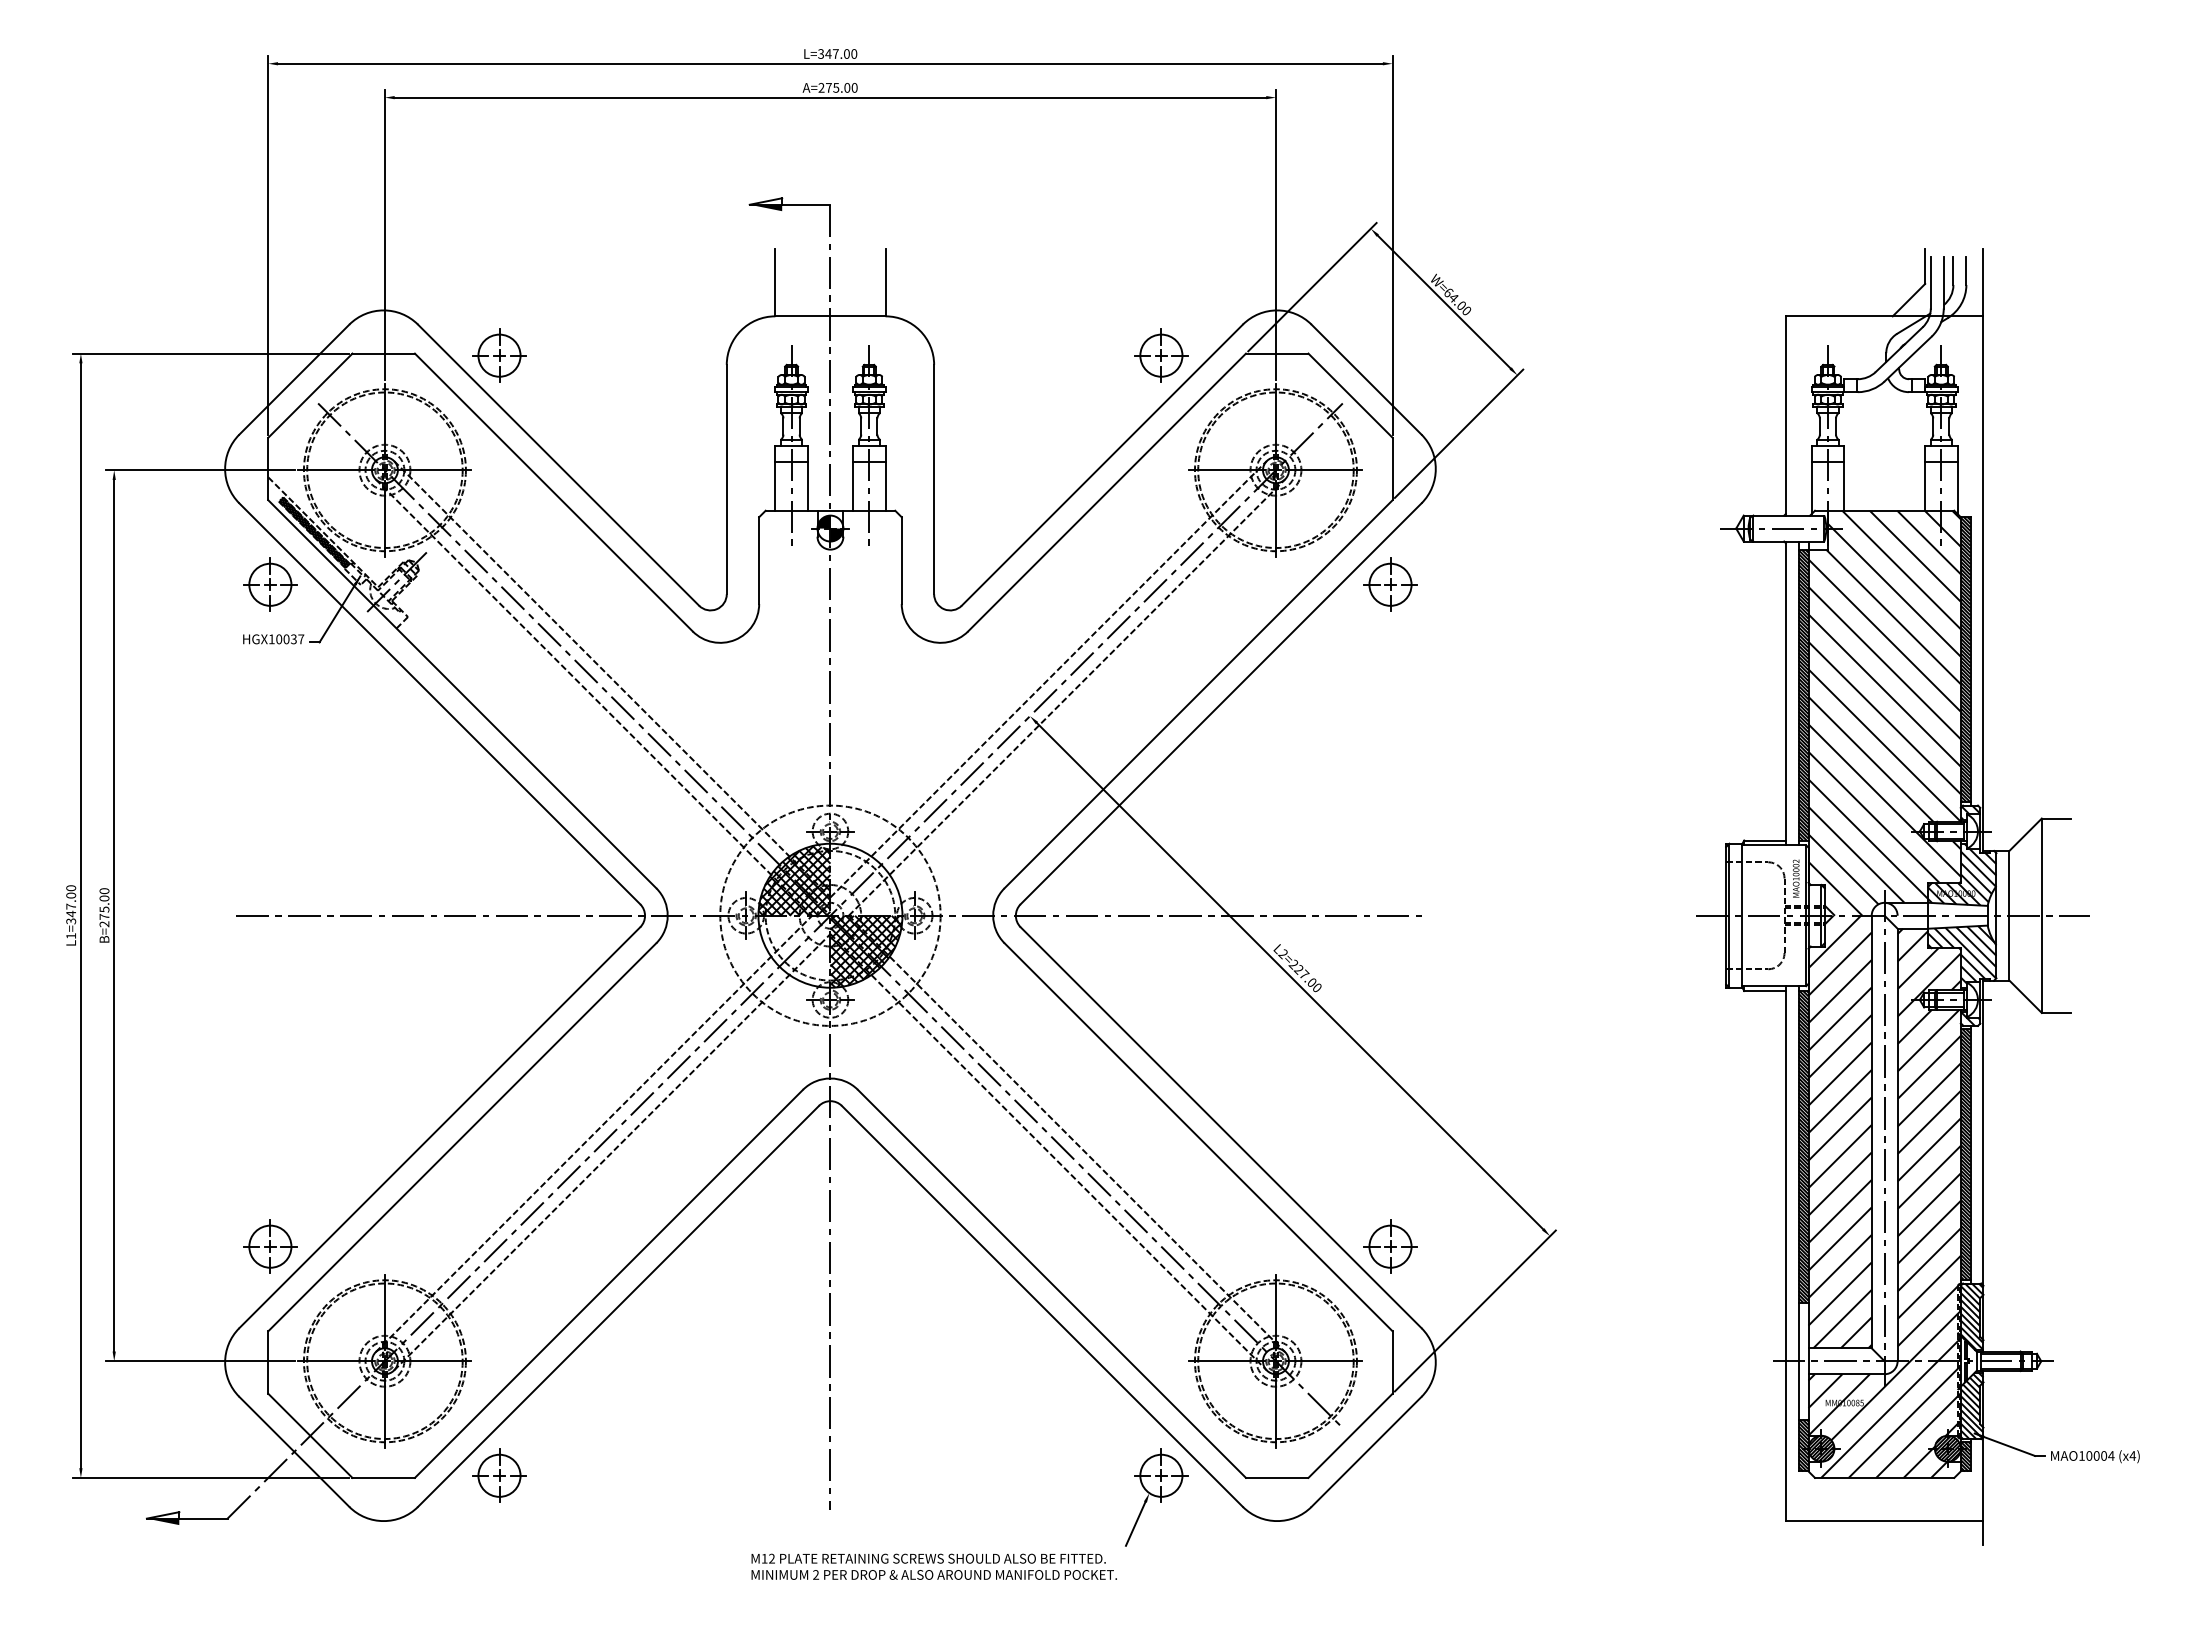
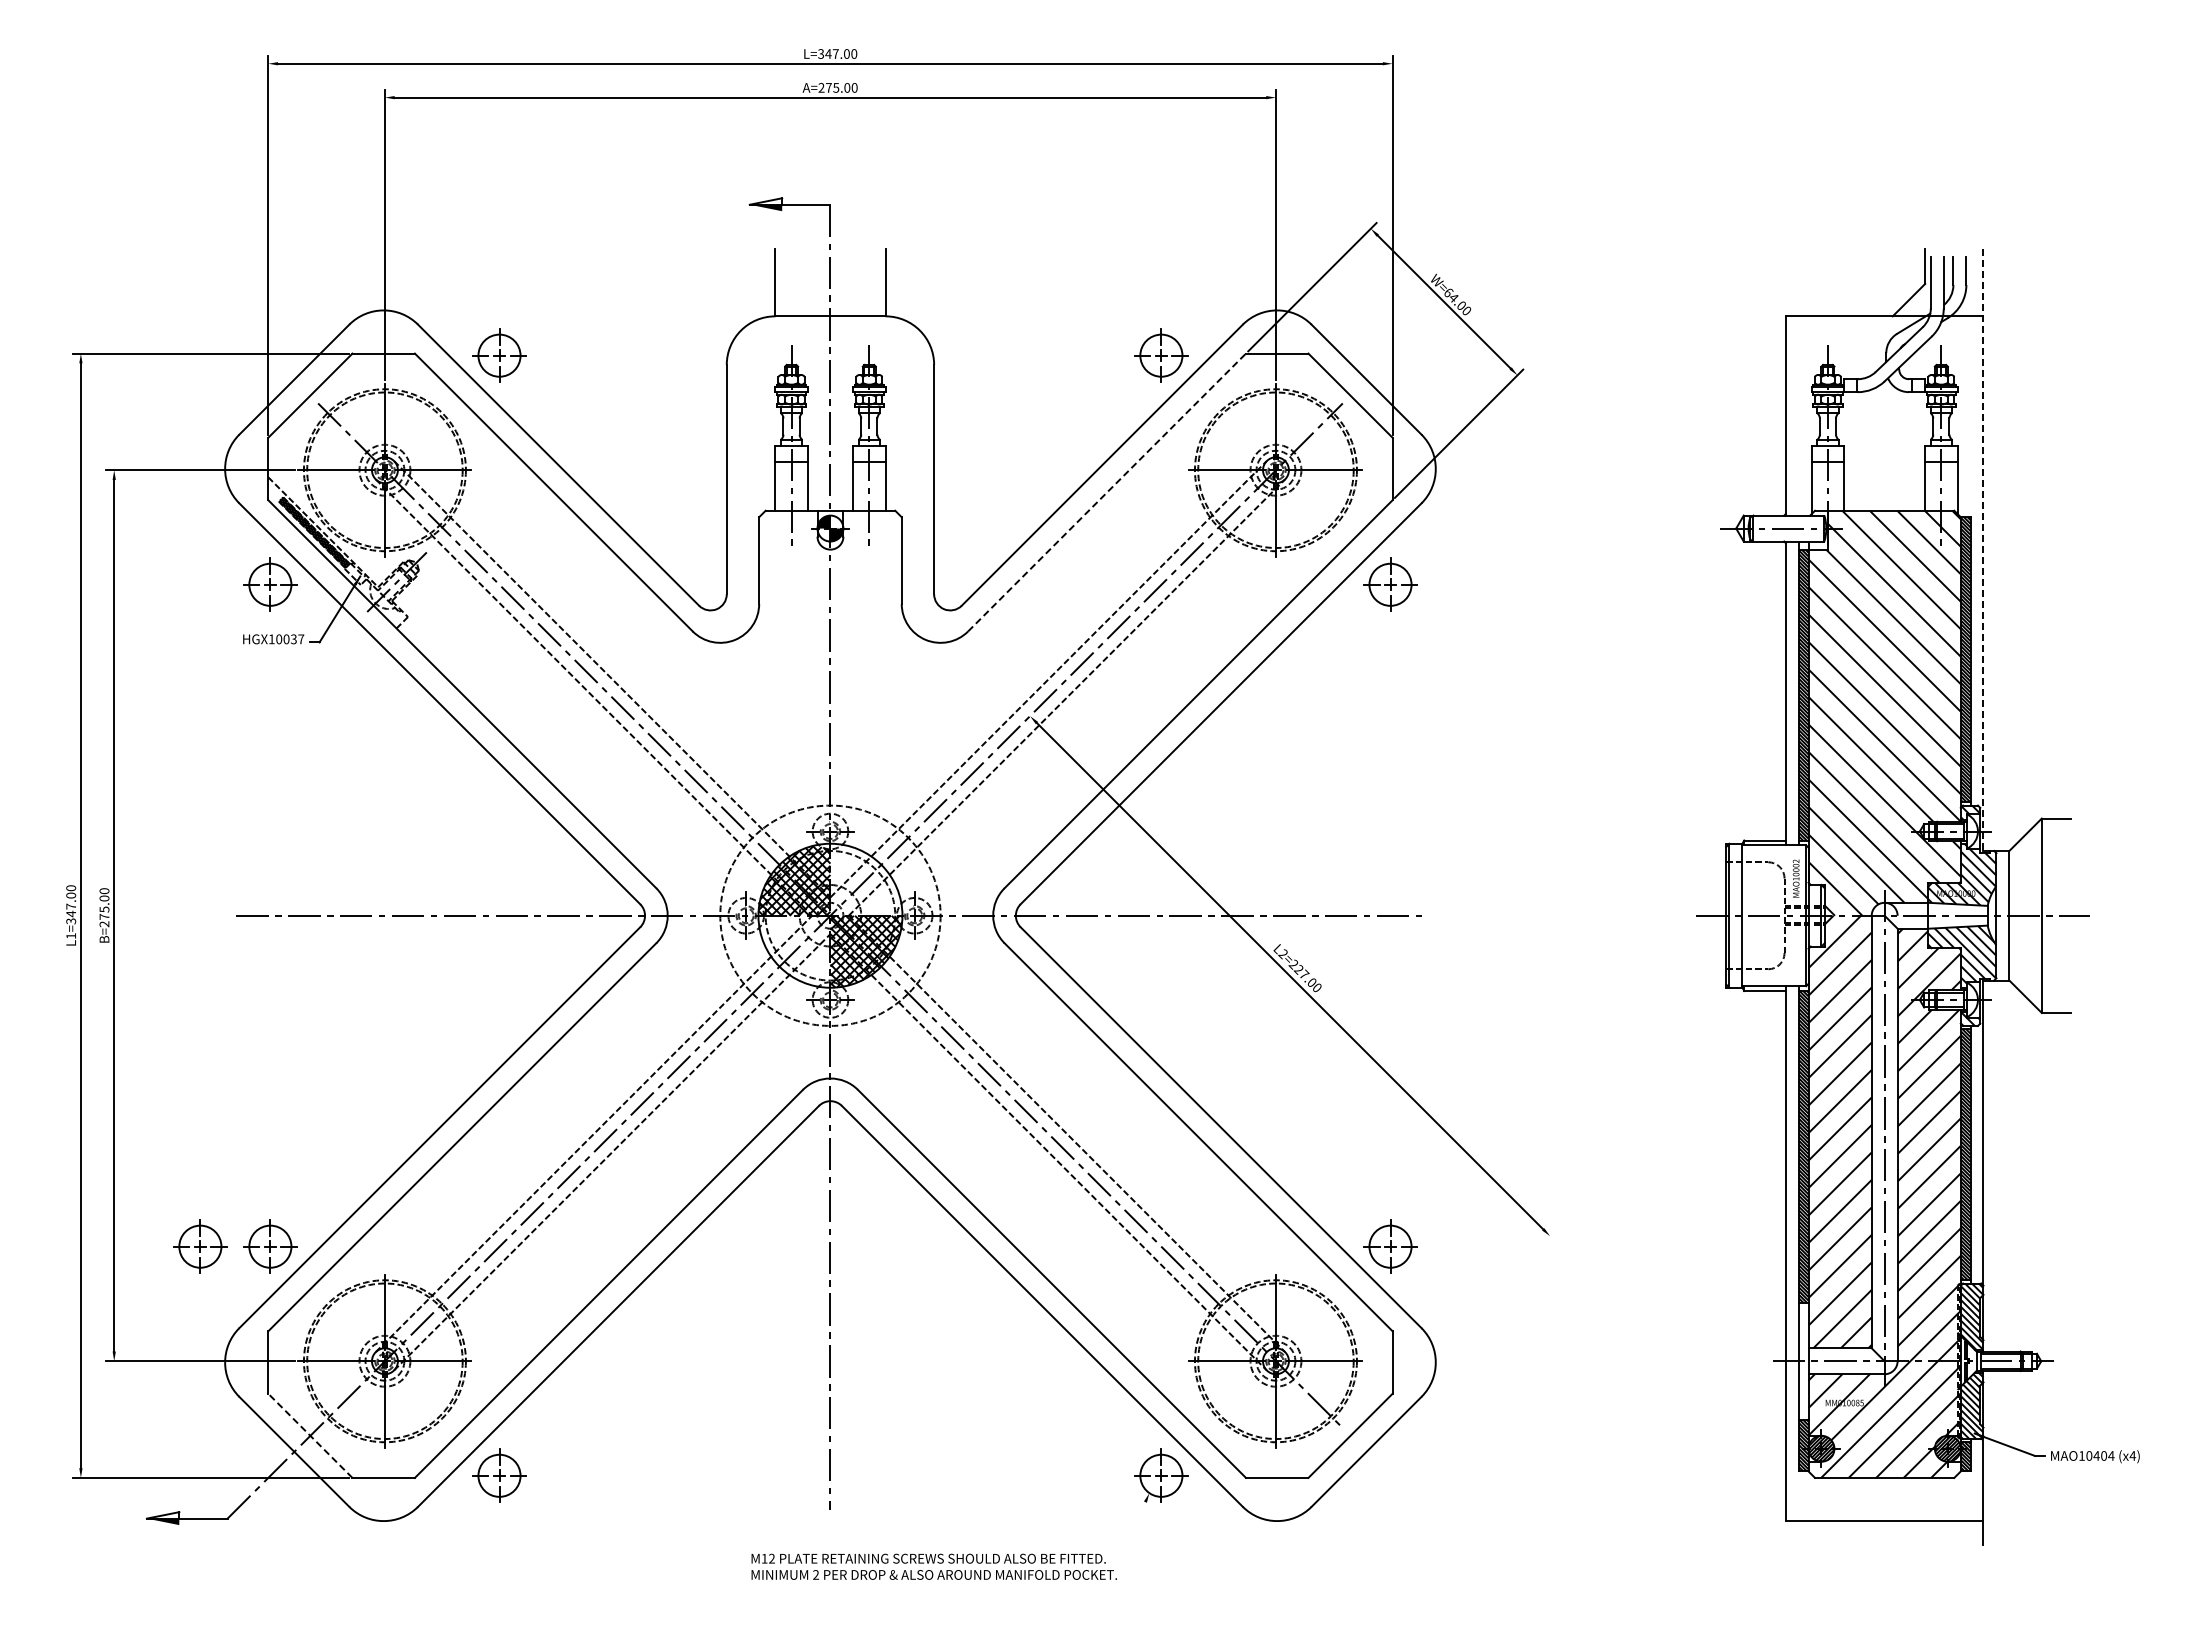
line at (1107, 492): solid -> dashed
line at (1983, 550): solid -> dashed
part at (200, 1246): none -> present
line at (1474, 1310): present -> none
line at (310, 1435): solid -> dashed
text at (2096, 1455): MAO10004 -> MAO10404
line at (1135, 1523): present -> none
